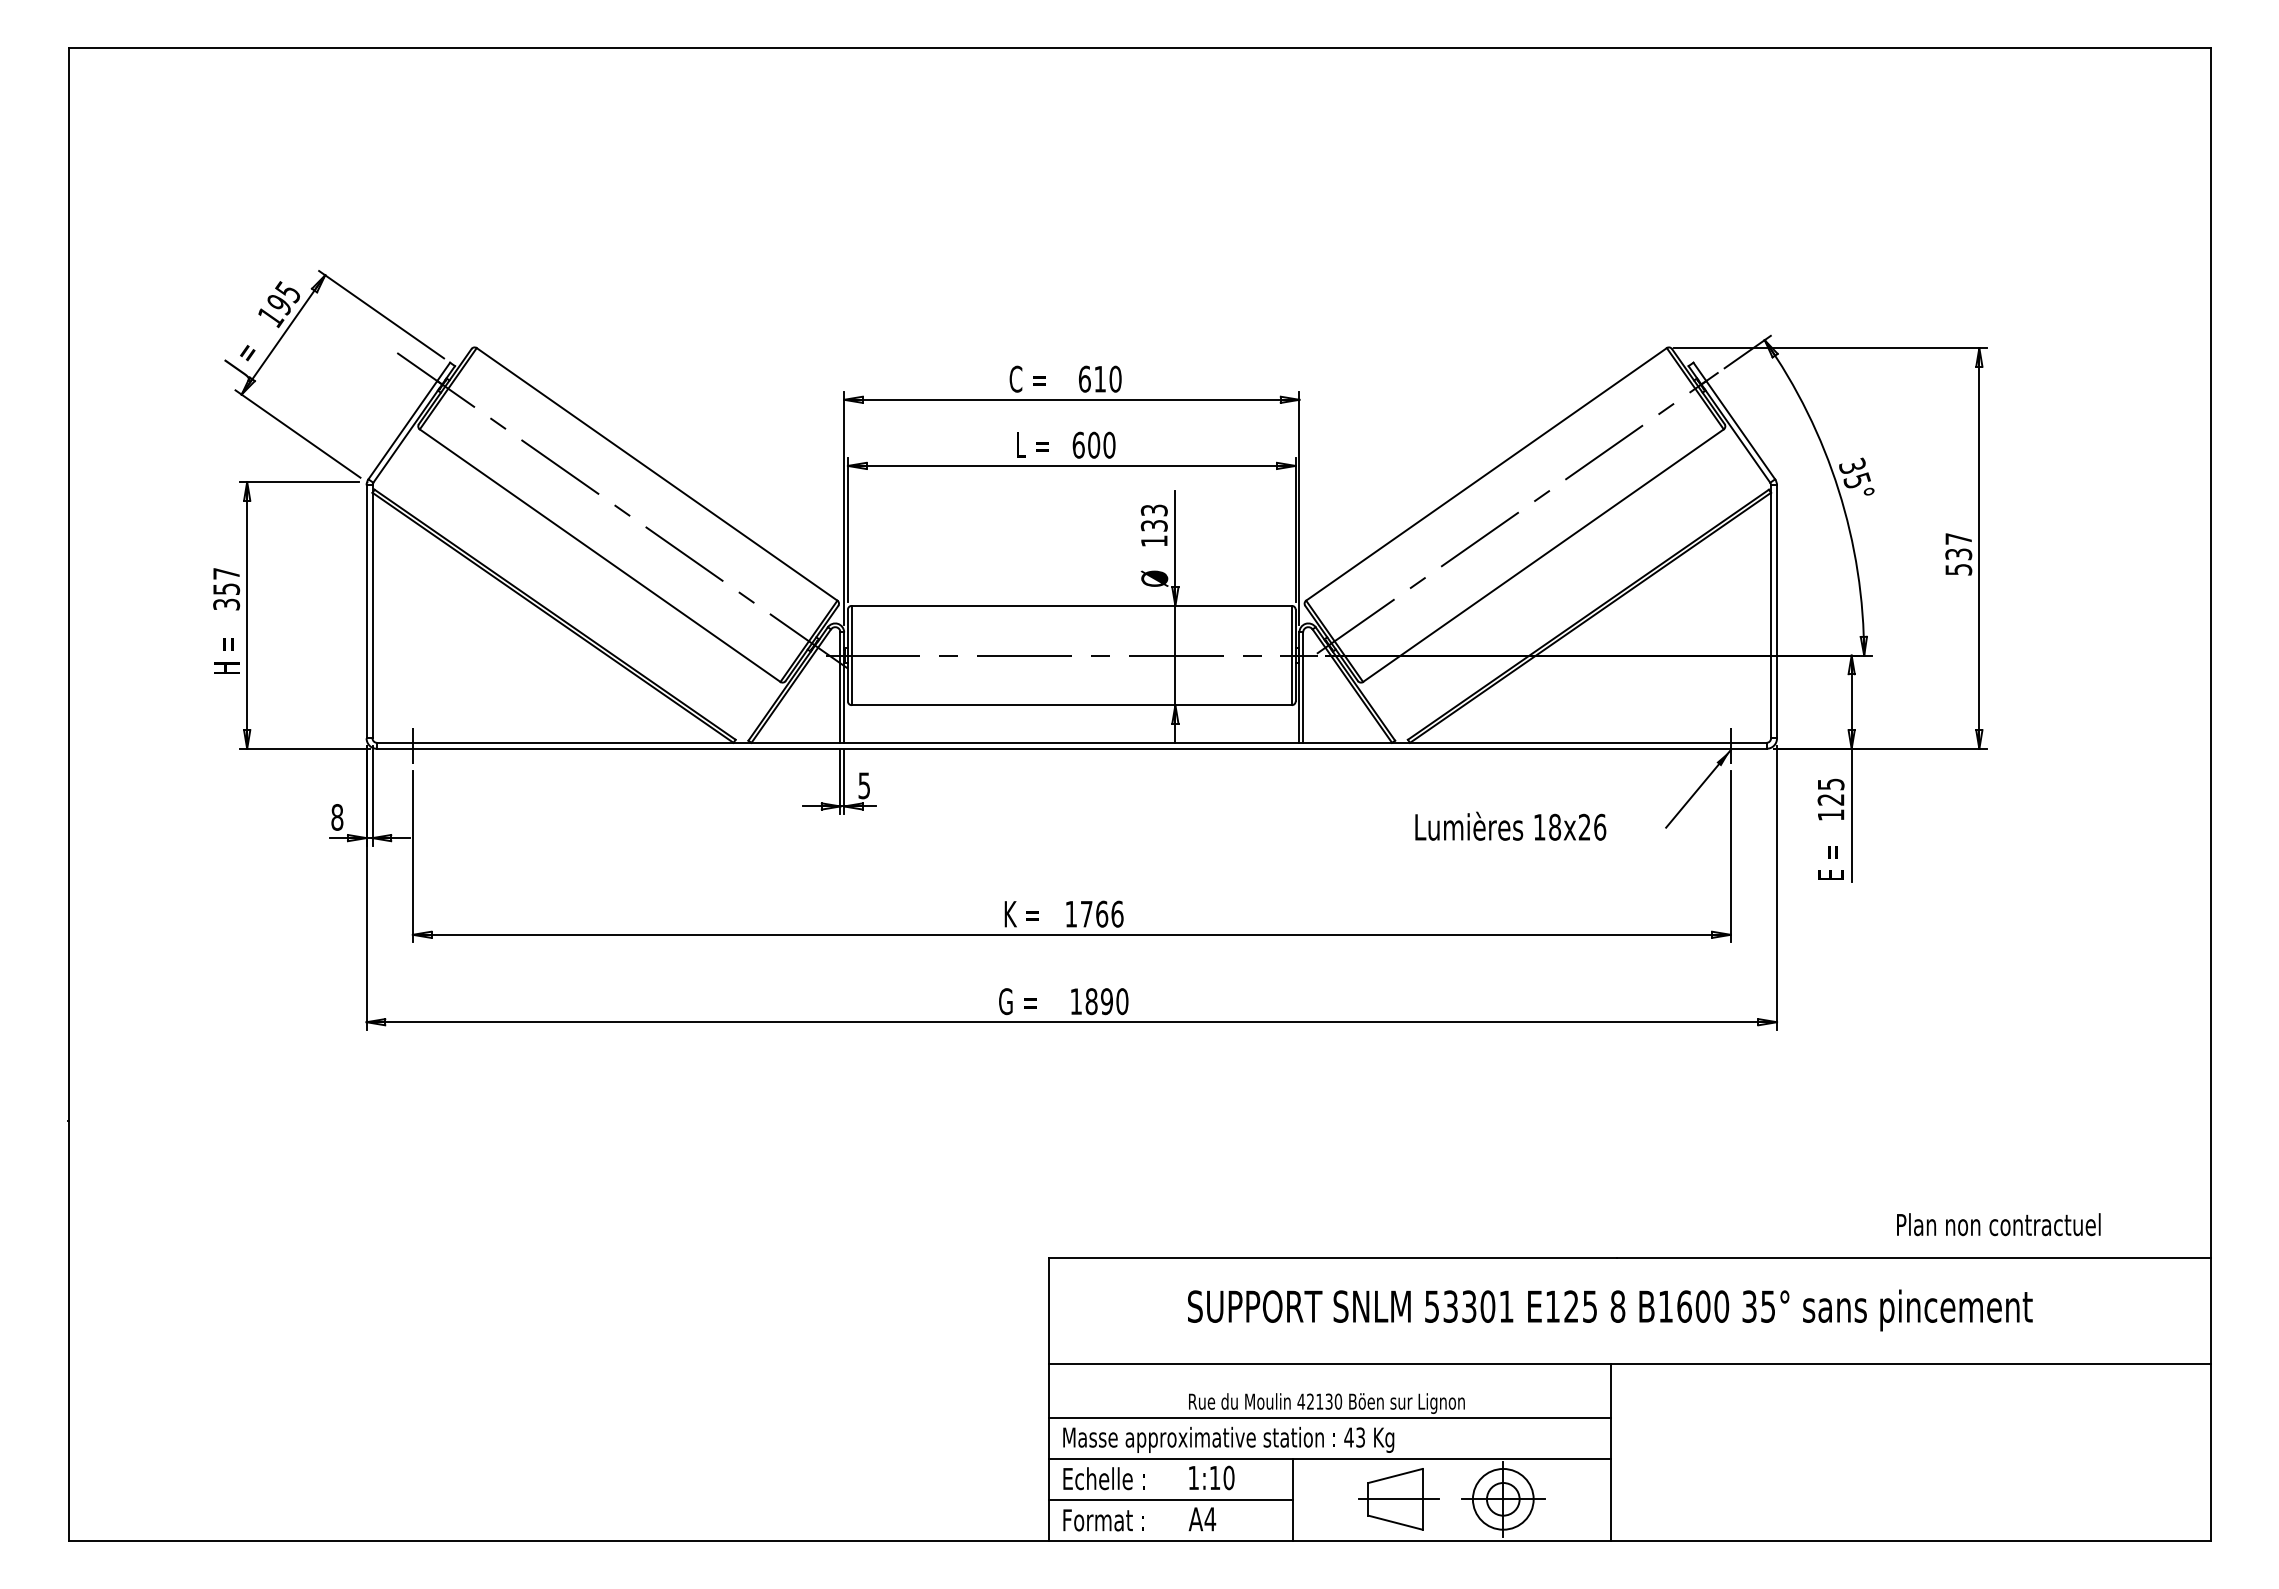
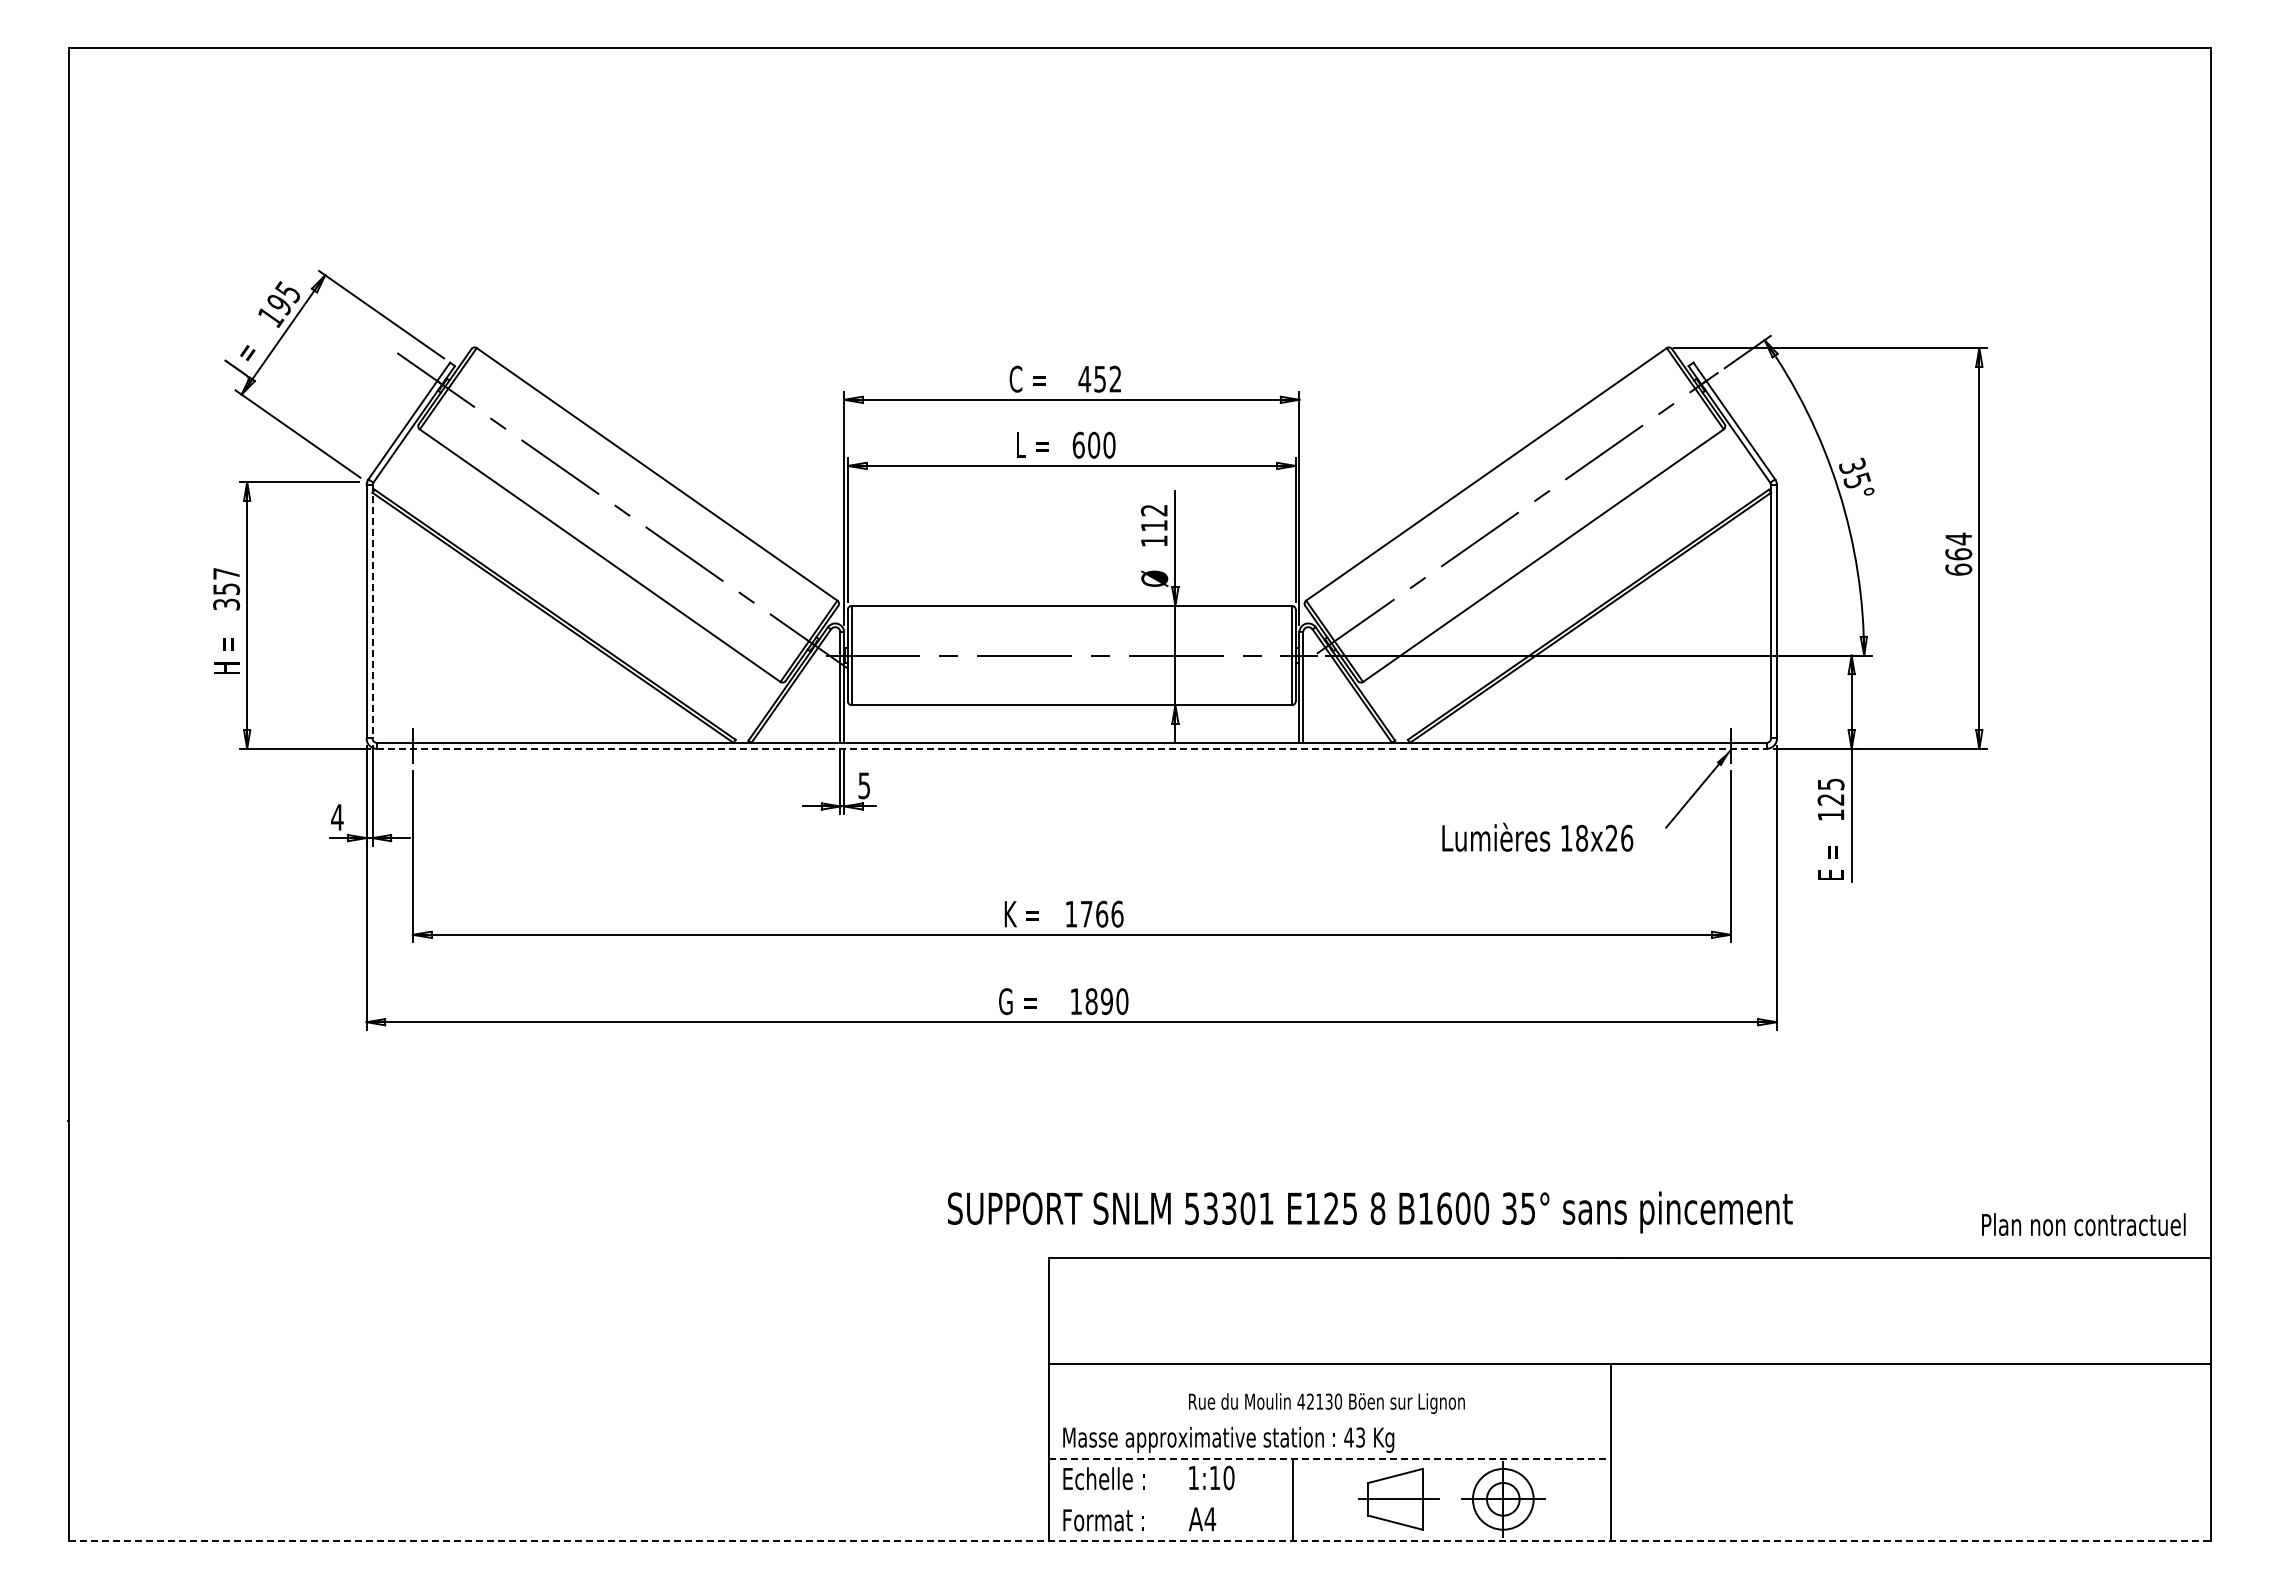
text at (1099, 378): 610 -> 452
text at (1153, 517): 133 -> 112
text at (1958, 553): 537 -> 664
line at (372, 611): solid -> dashed
line at (1071, 748): solid -> dashed
text at (337, 817): 8 -> 4
text at (1510, 825) position: (1510, 825) -> (1537, 836)
text at (1998, 1224) position: (1998, 1224) -> (2083, 1224)
text at (1610, 1310) position: (1610, 1310) -> (1370, 1212)
line at (1330, 1418): present -> none
line at (1330, 1459): solid -> dashed
line at (1170, 1500): present -> none
line at (1139, 1541): solid -> dashed
